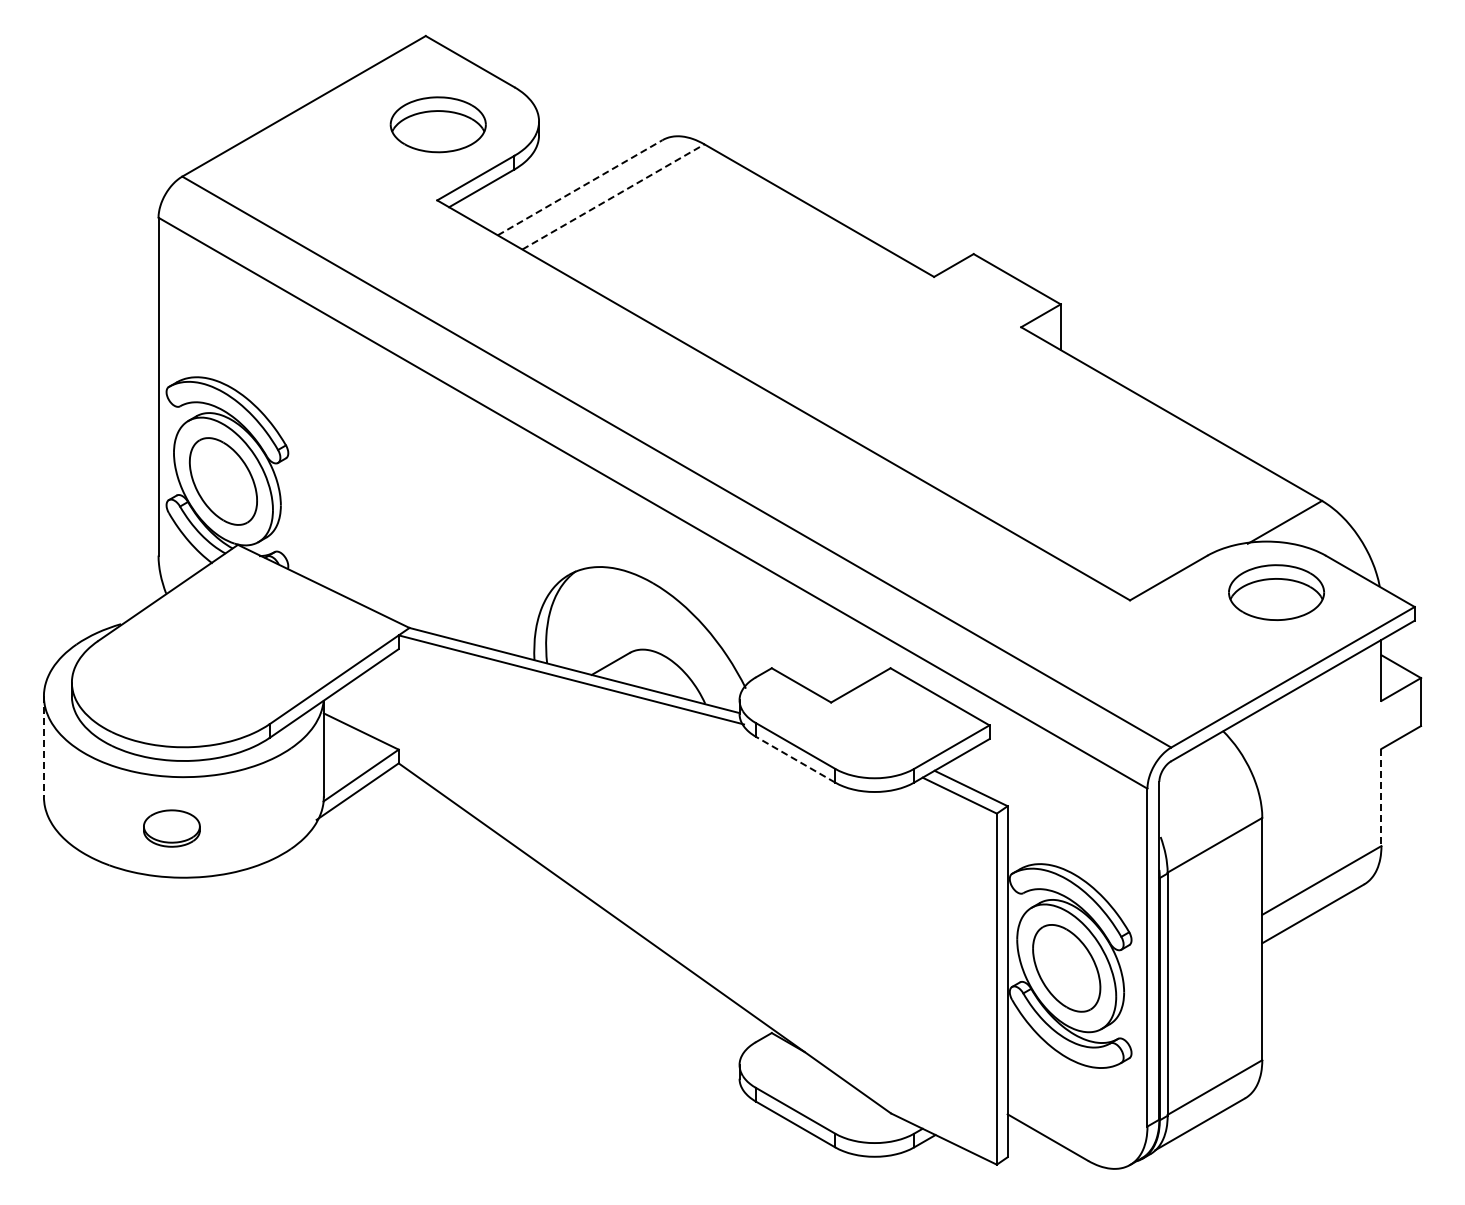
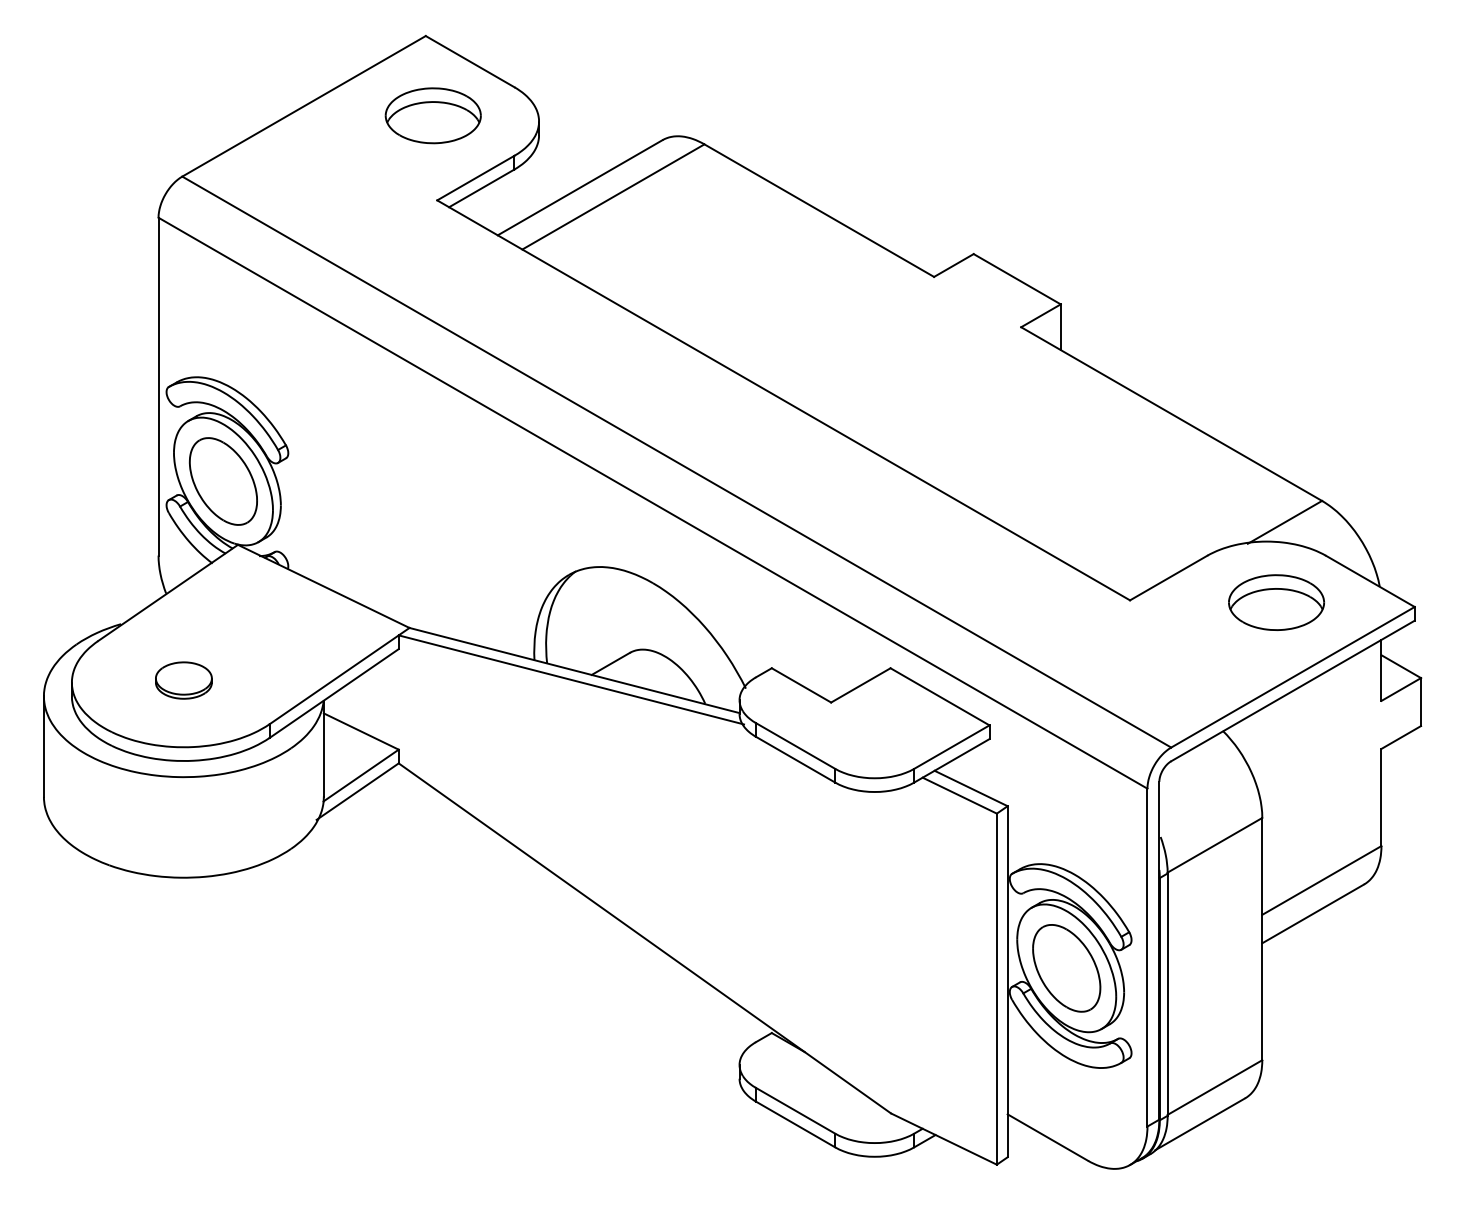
part at (437, 124) position: (437, 124) -> (432, 115)
line at (580, 187): dashed -> solid
line at (613, 196): dashed -> solid
part at (1276, 592) position: (1276, 592) -> (1276, 602)
line at (43, 747): dashed -> solid
line at (795, 759): dashed -> solid
line at (1381, 797): dashed -> solid
part at (171, 828) position: (171, 828) -> (183, 680)
